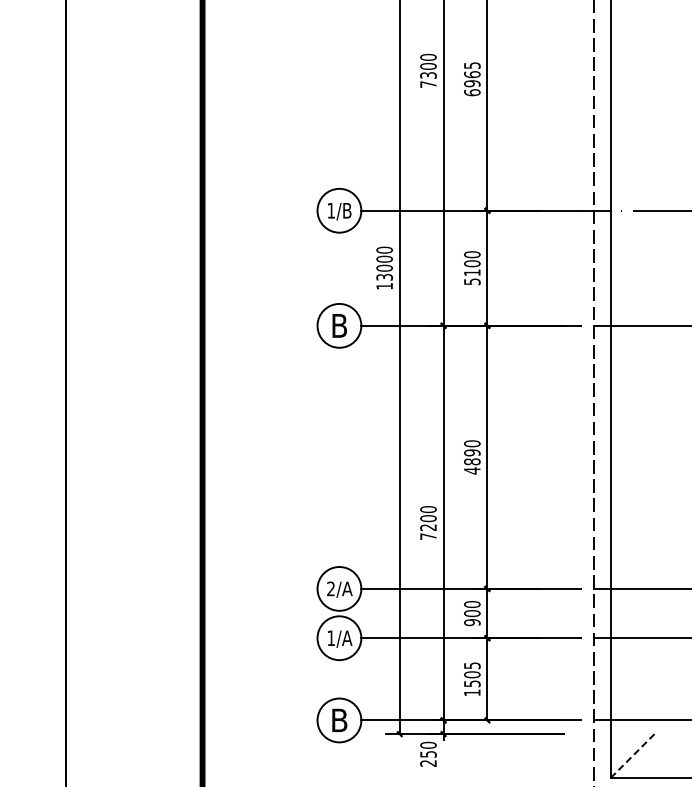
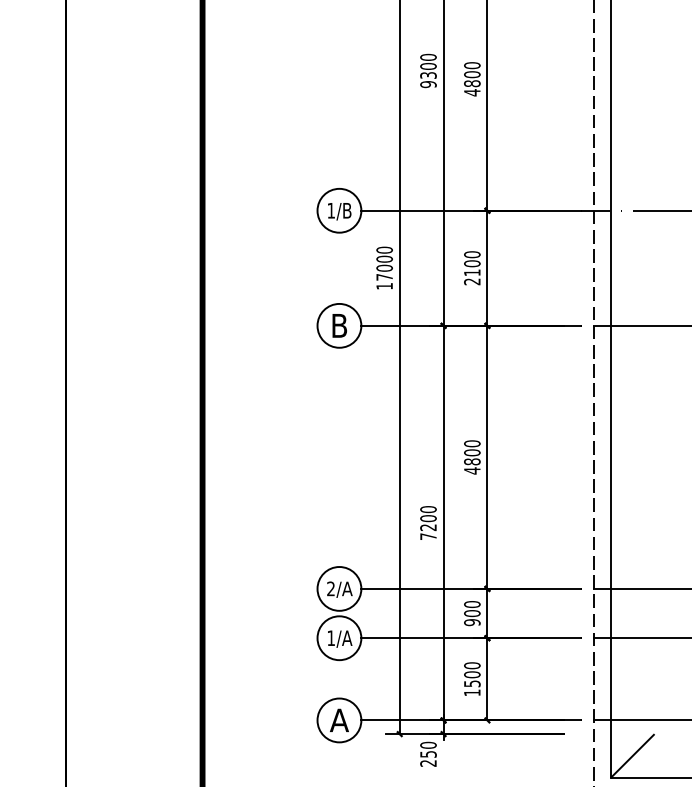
text at (472, 79): 6965 -> 4800
text at (428, 84): 7300 -> 9300
text at (384, 277): 13000 -> 17000
text at (472, 281): 5100 -> 2100
text at (472, 452): 4890 -> 4800
text at (472, 665): 1505 -> 1500
text at (338, 720): B -> A
line at (632, 756): dashed -> solid
